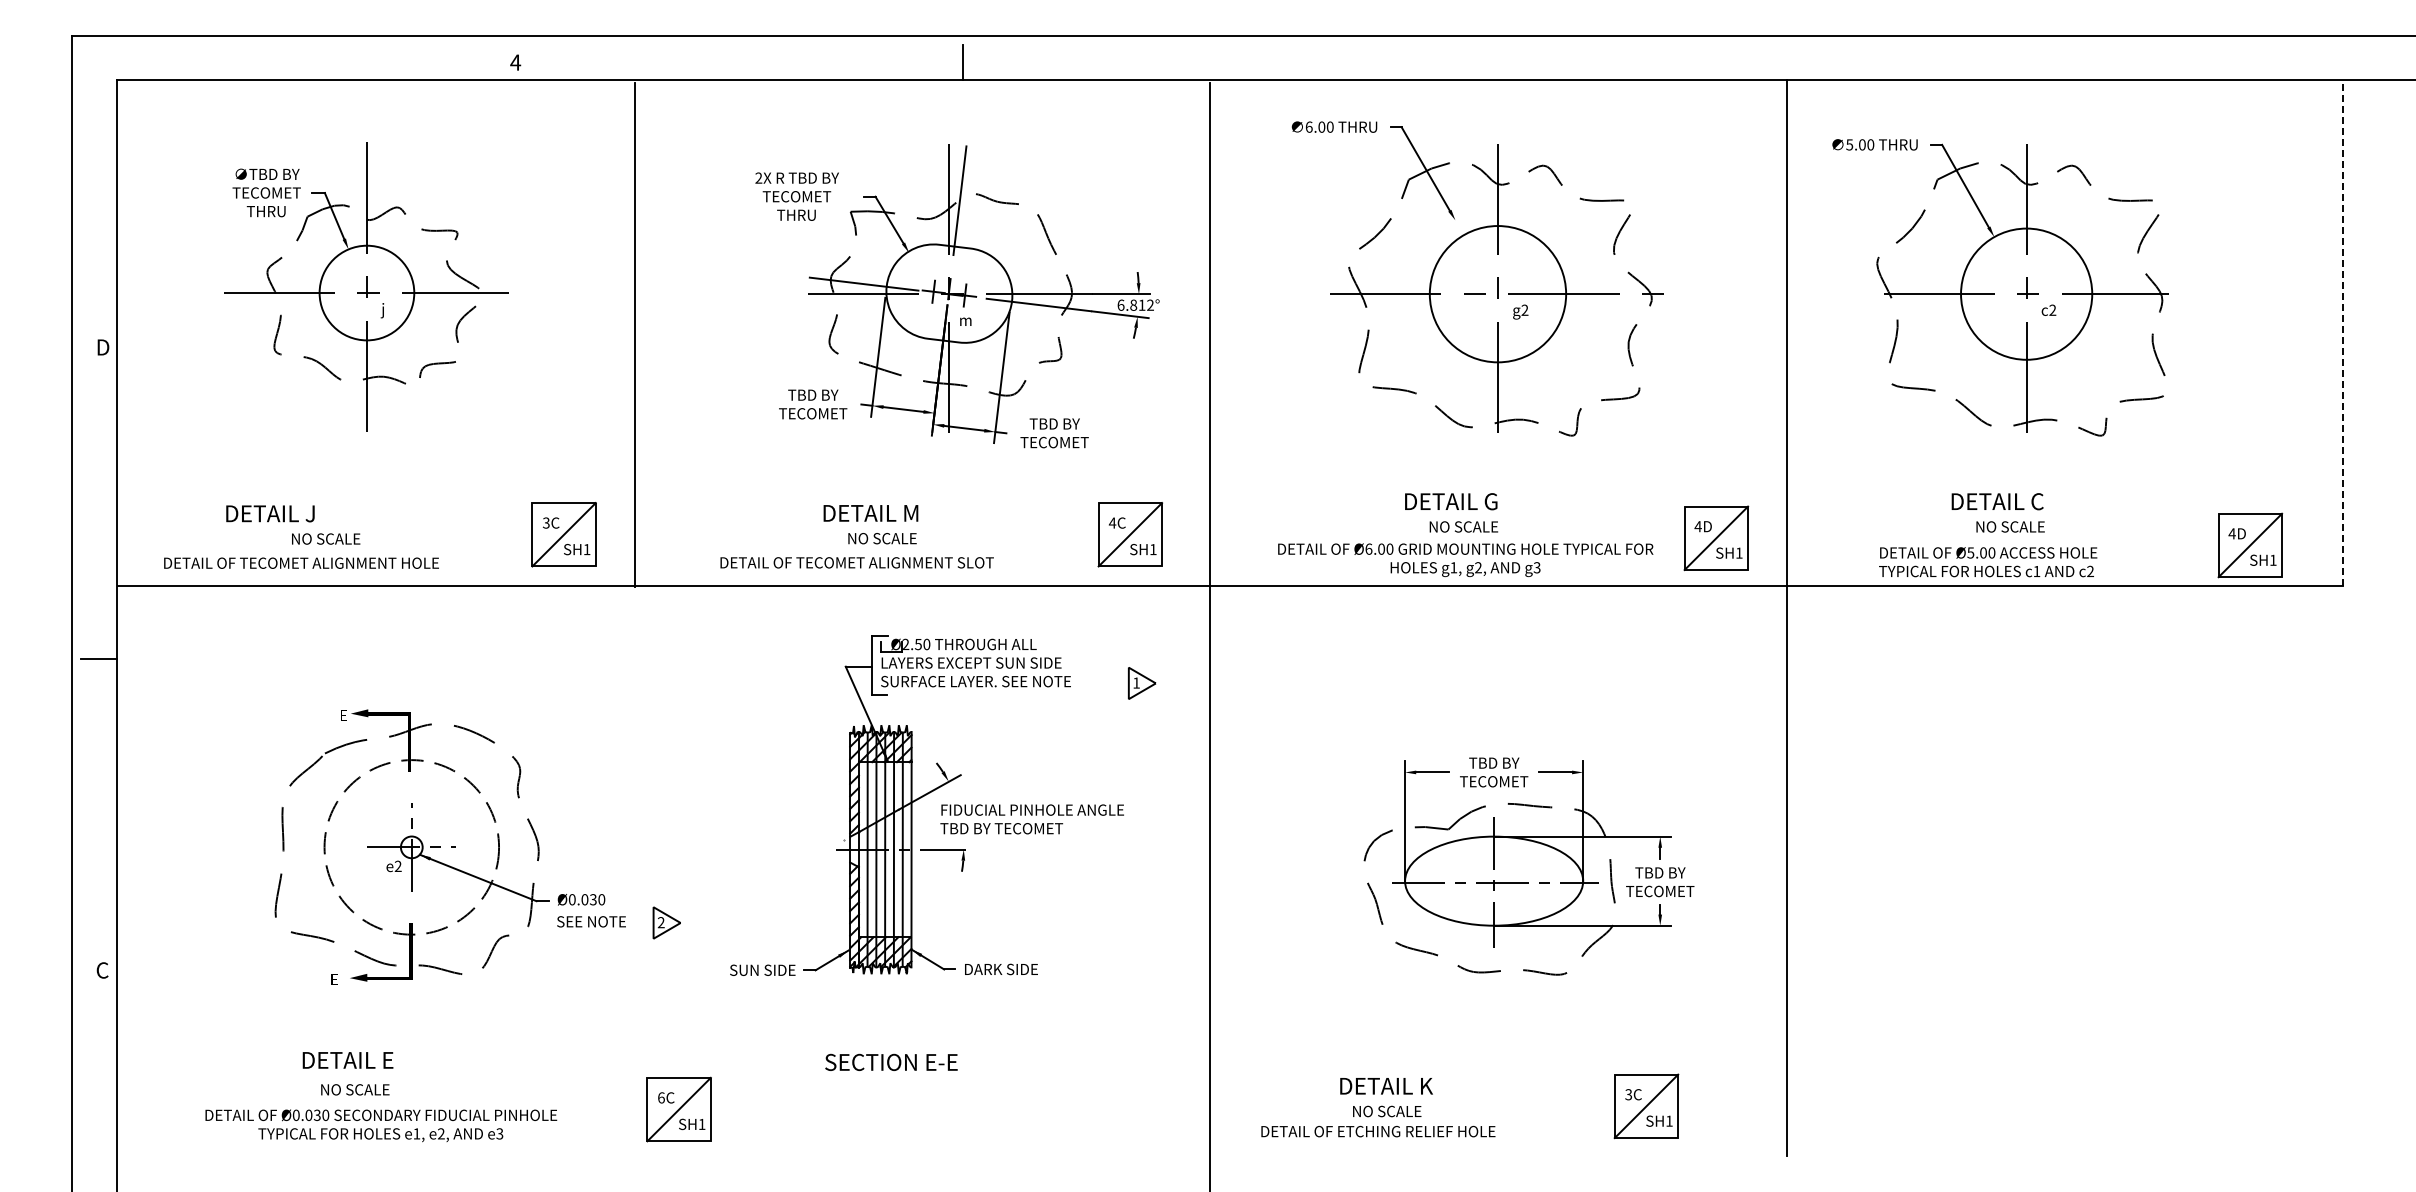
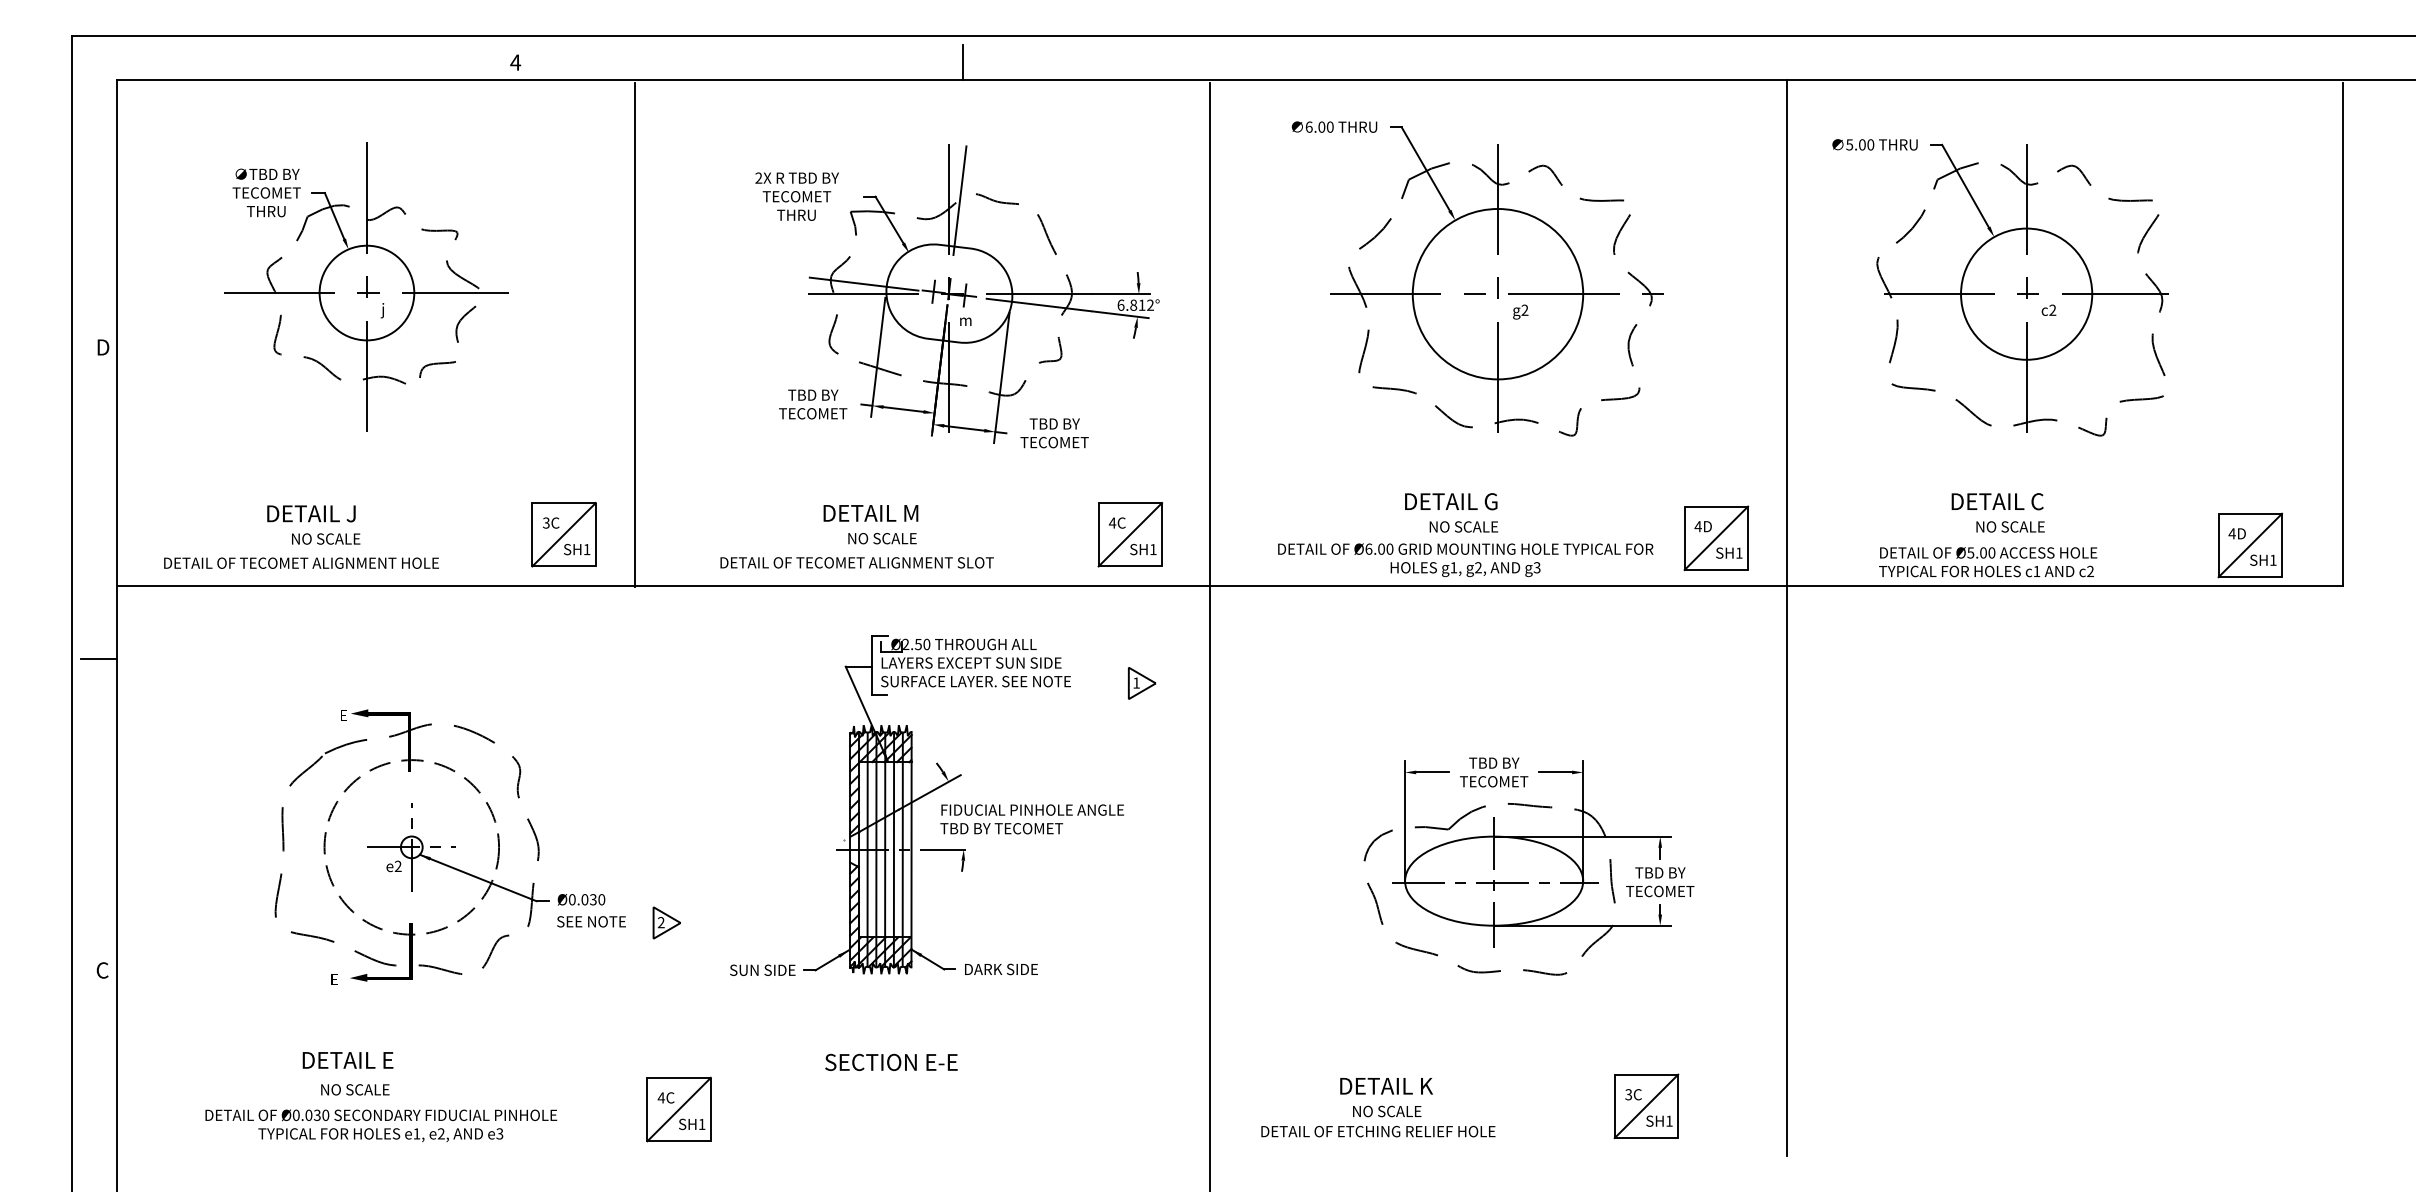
circle at (1497, 294) diameter: 136 px -> 170 px
line at (2343, 334): dashed -> solid
text at (270, 513) position: (270, 513) -> (311, 513)
text at (661, 1097): 6C -> 4C
